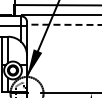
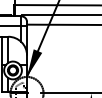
line at (63, 24): dashed -> solid
